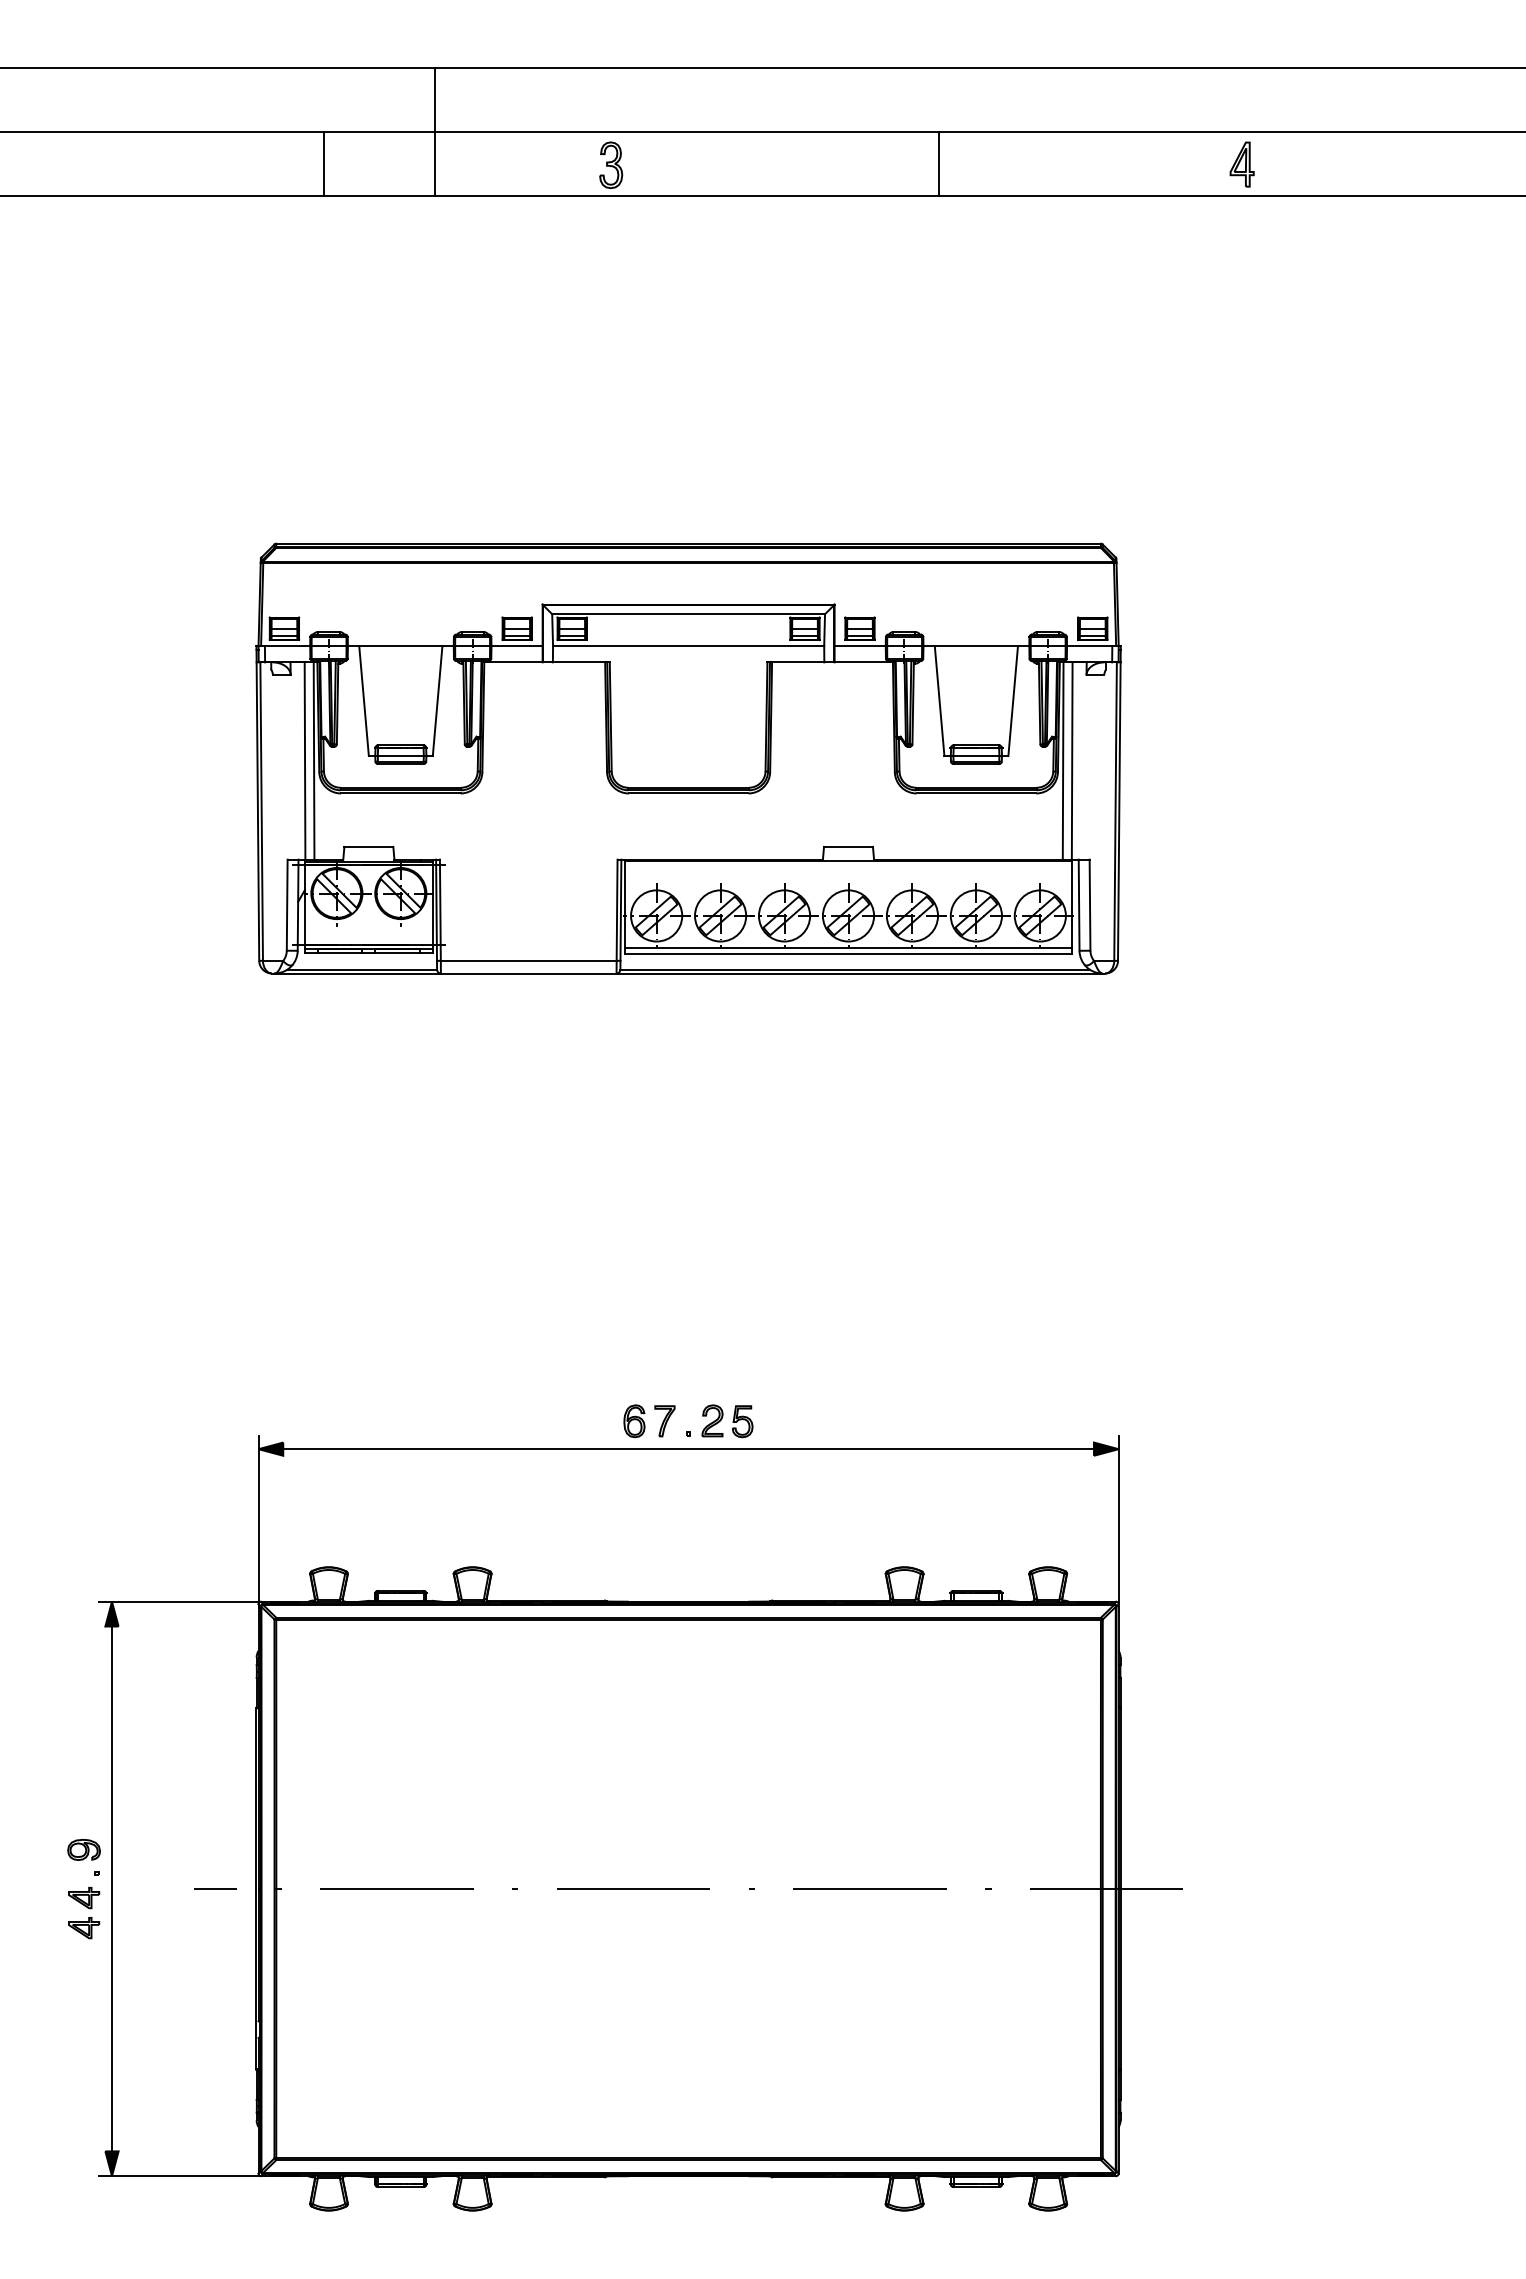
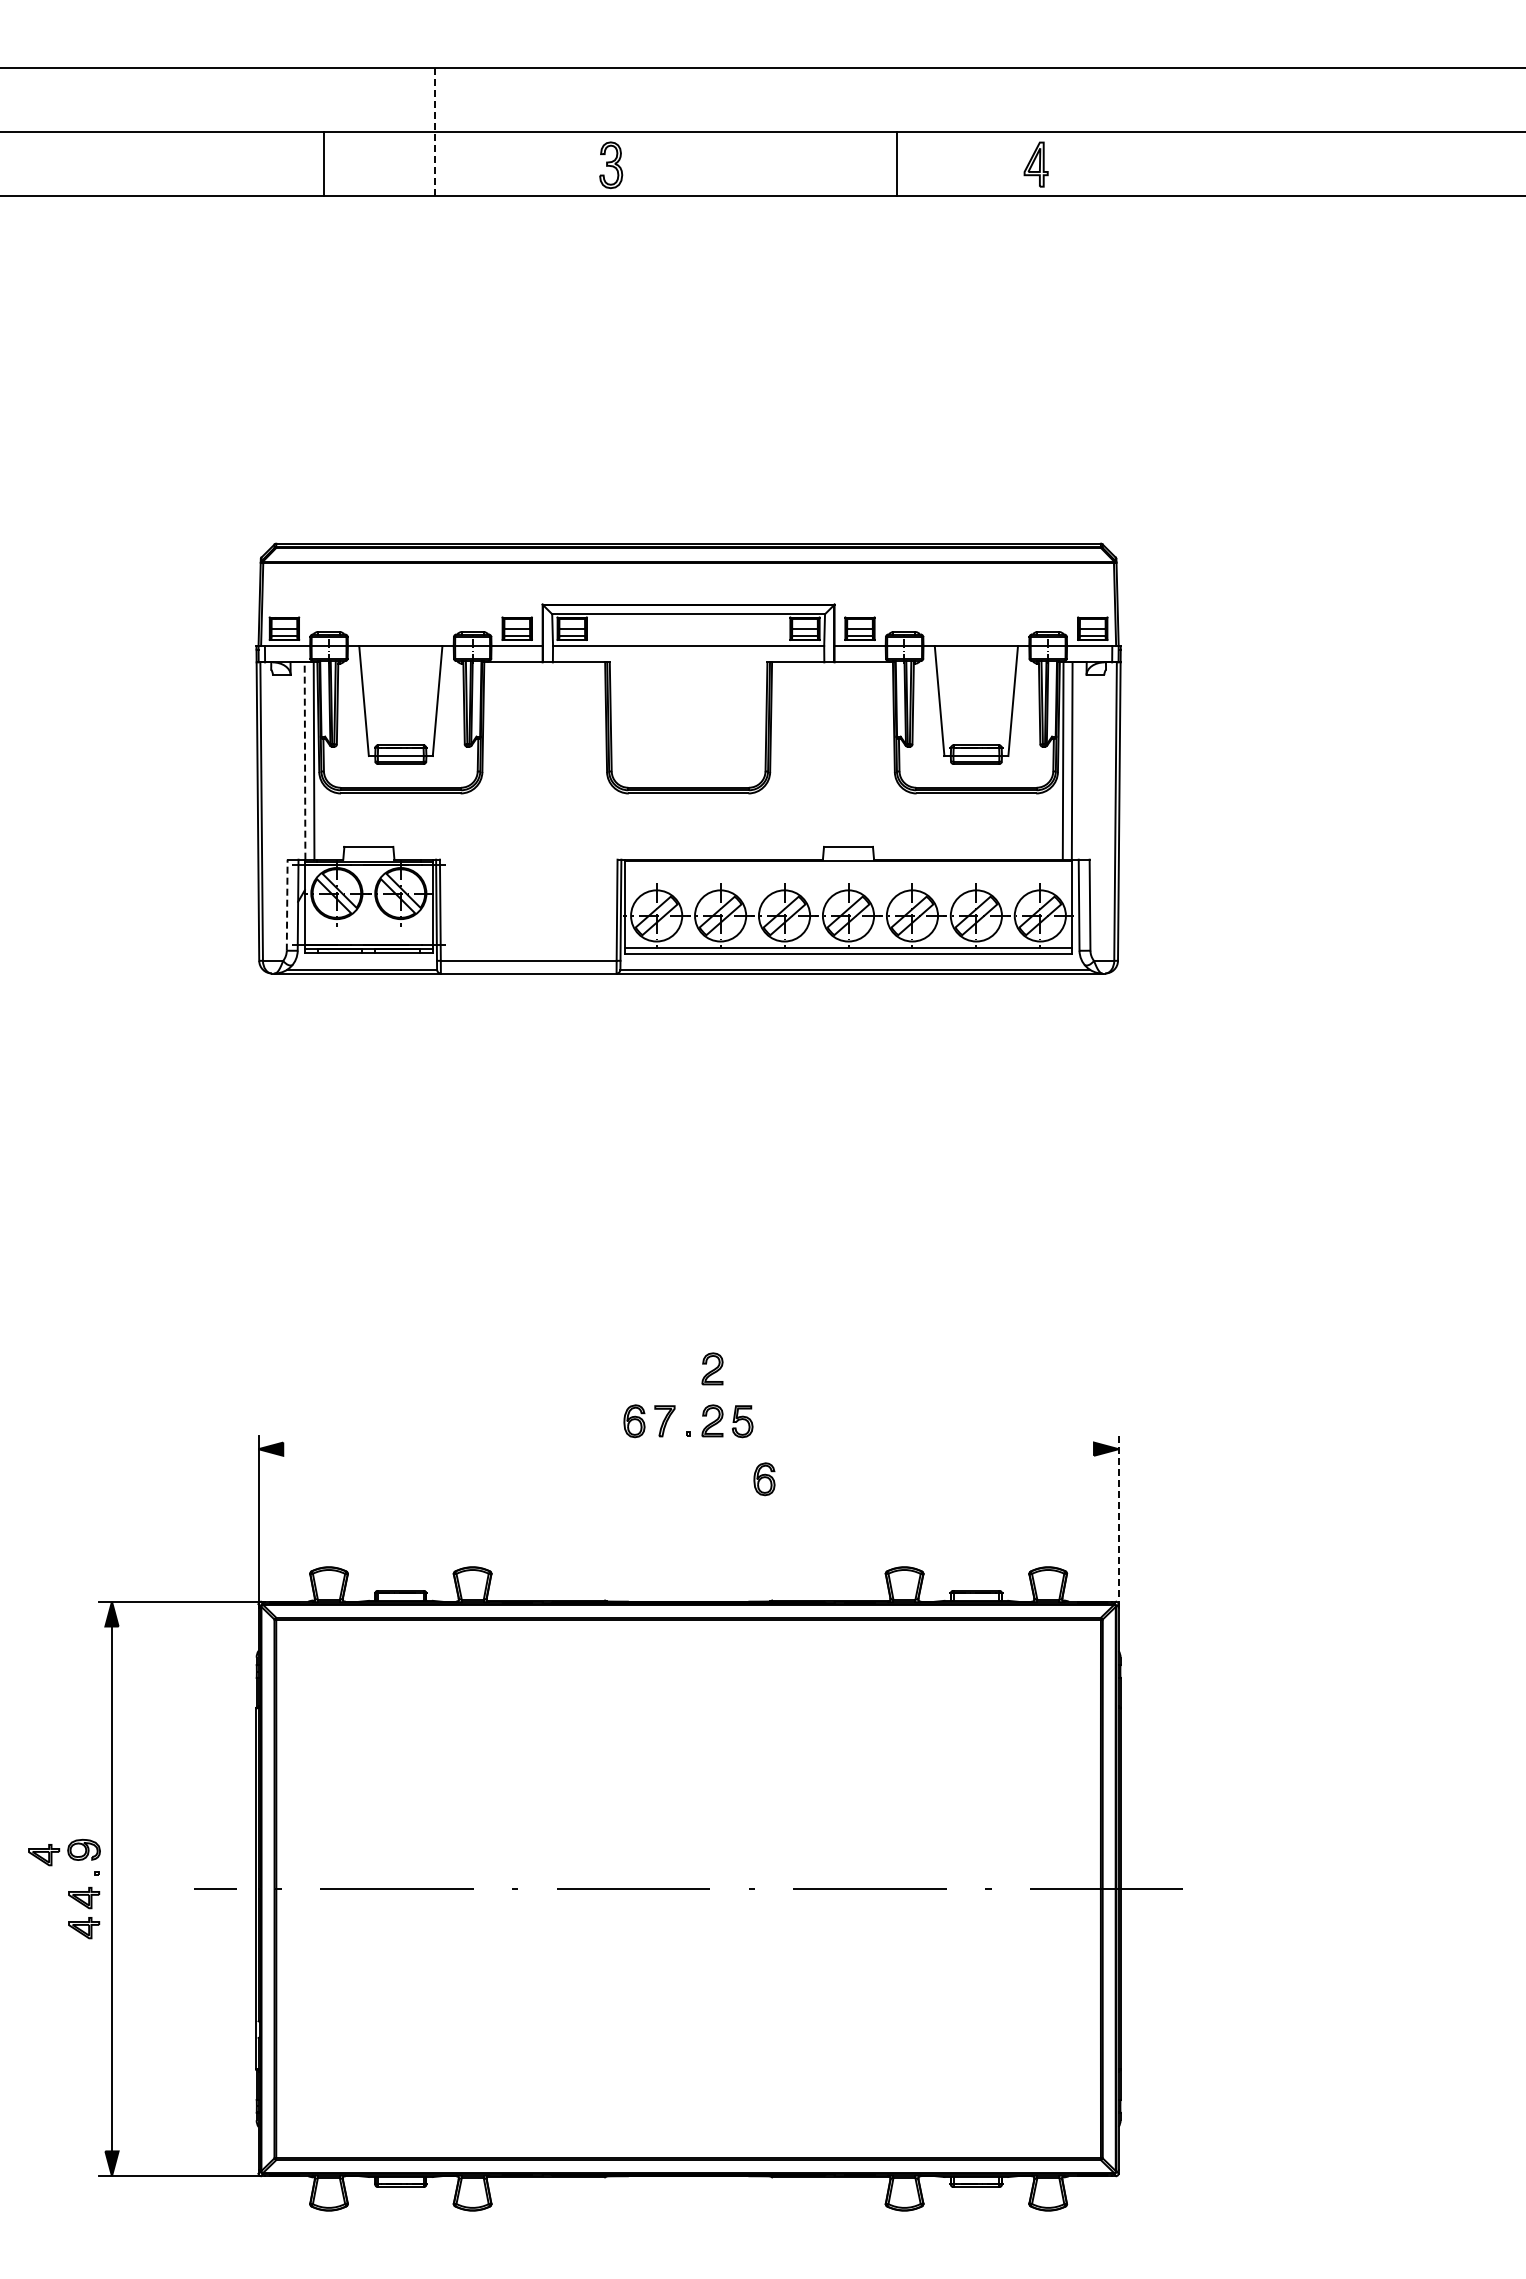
line at (435, 132): solid -> dashed
line at (939, 164) position: (939, 164) -> (897, 164)
part at (1241, 164) position: (1241, 164) -> (1035, 164)
line at (305, 761): solid -> dashed
line at (287, 905): solid -> dashed
part at (712, 1368): none -> present
line at (688, 1449): present -> none
part at (764, 1479): none -> present
line at (1118, 1522): solid -> dashed
part at (44, 1855): none -> present
